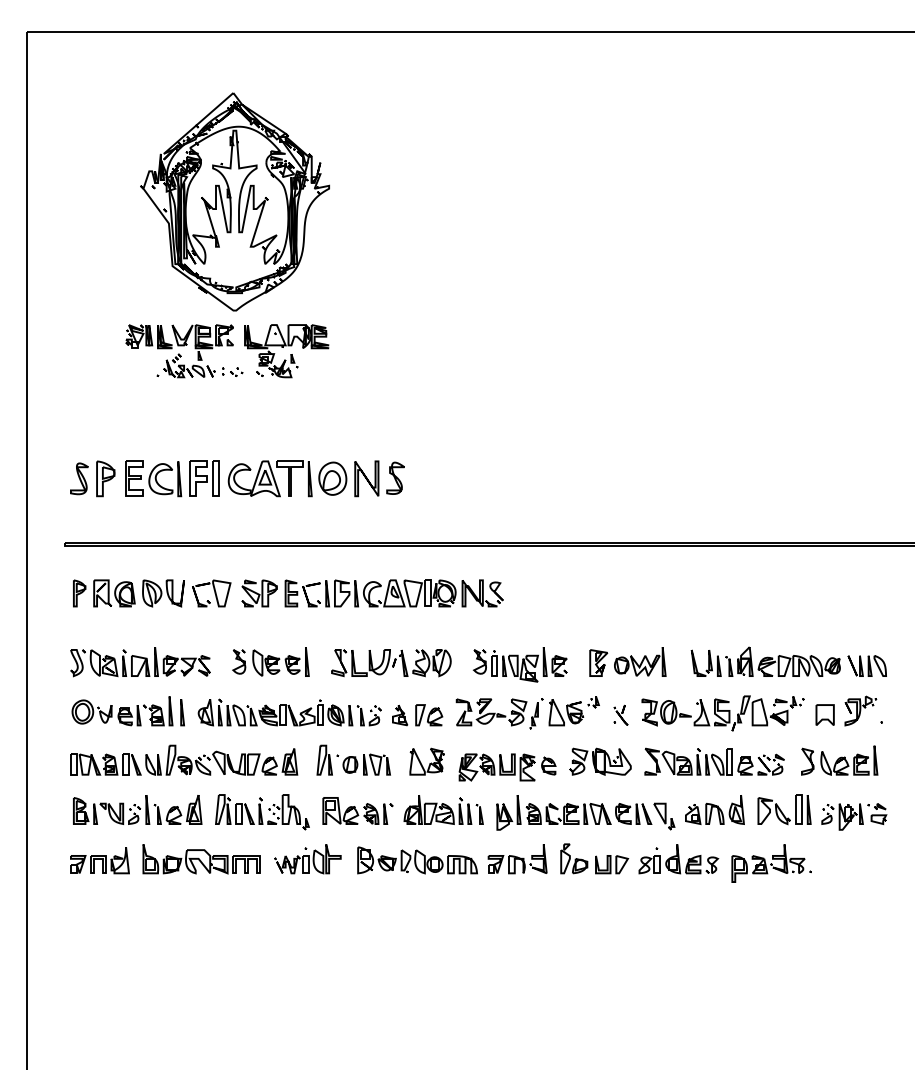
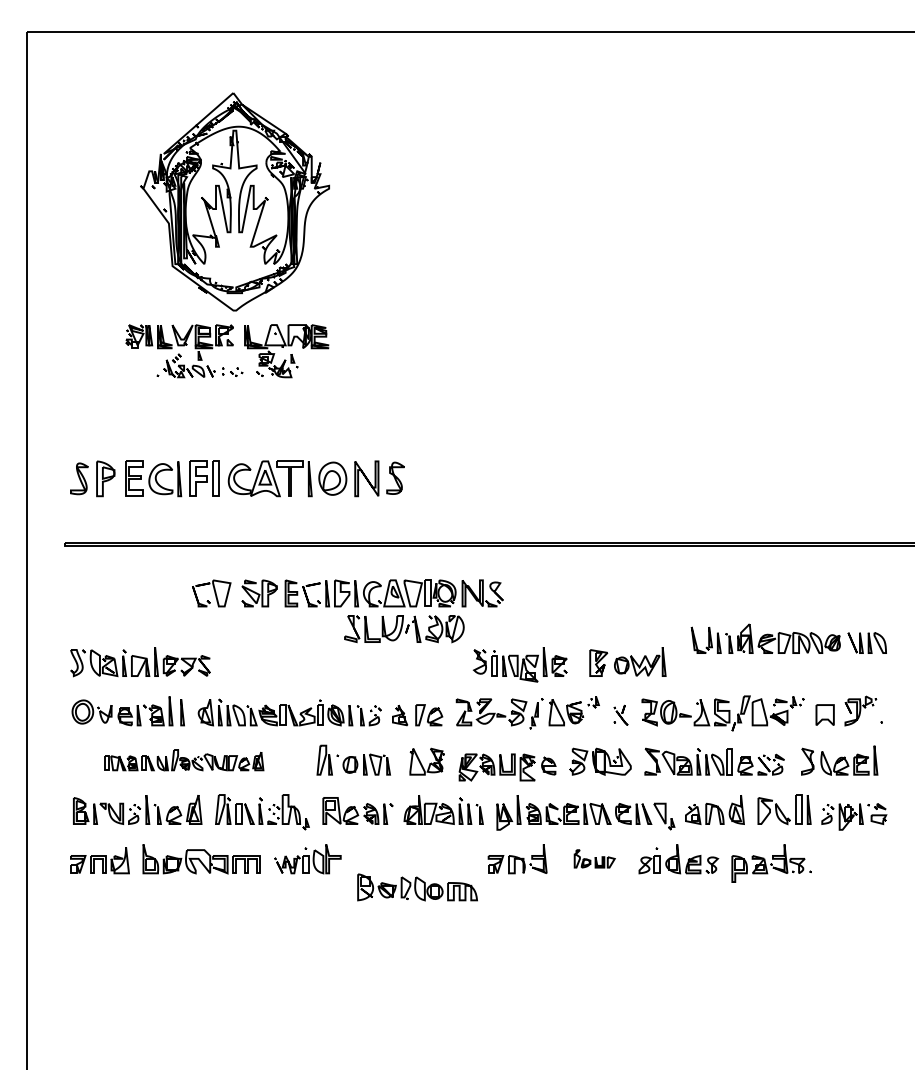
part at (128, 593): present -> none
part at (270, 661): present -> none
part at (788, 661) position: (788, 661) -> (788, 638)
part at (391, 663) position: (391, 663) -> (404, 629)
part at (184, 759) size: 229x32 px -> 161x23 px
part at (594, 858) size: 70x32 px -> 43x20 px
part at (417, 860) position: (417, 860) -> (417, 887)
